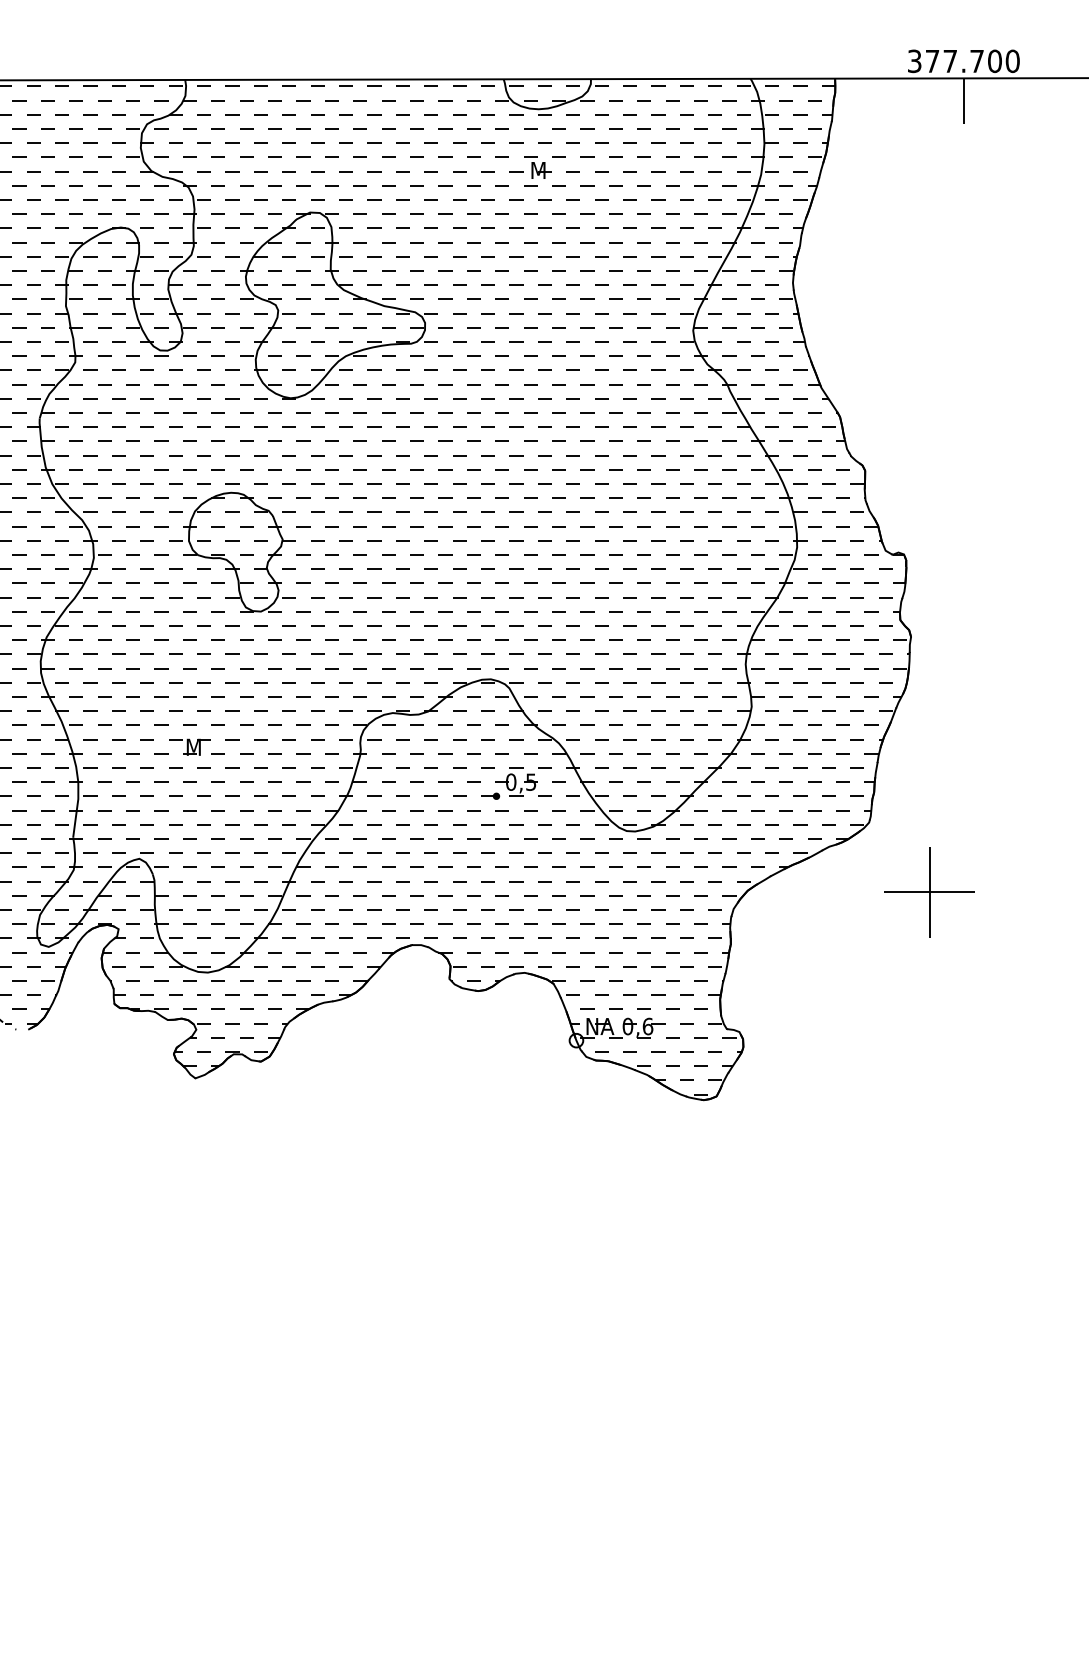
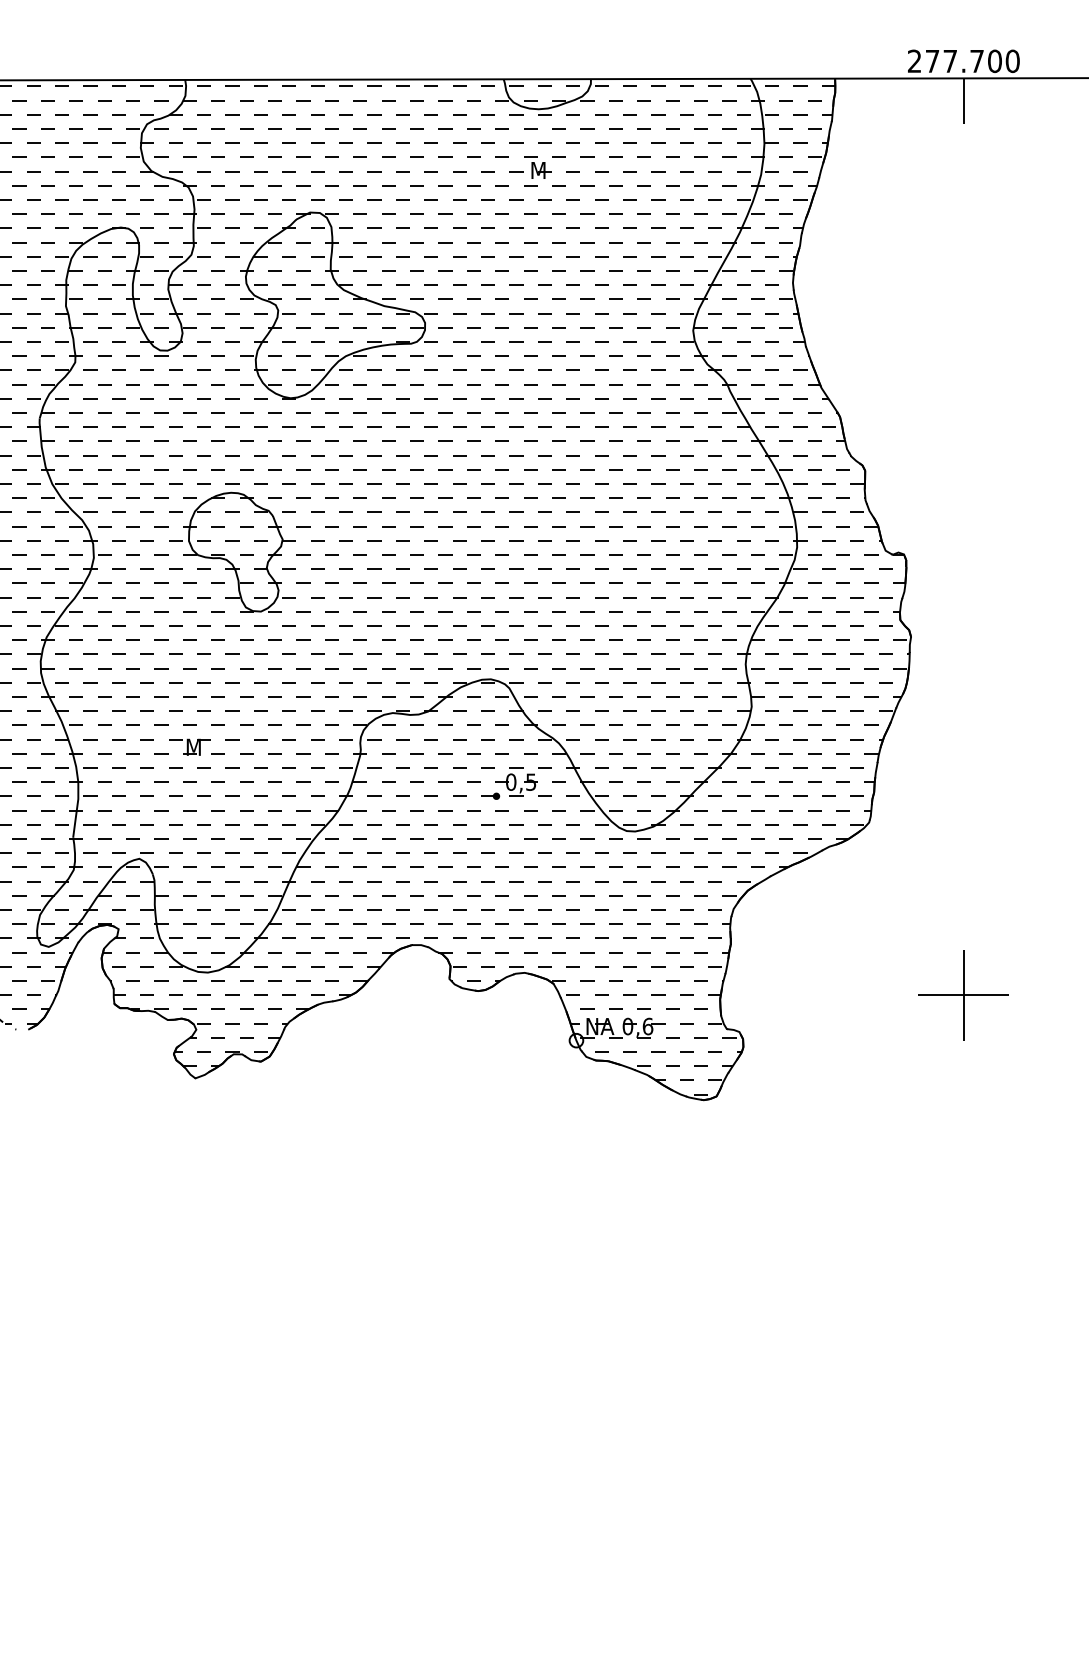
text at (914, 61): 377.700 -> 277.700
part at (929, 892) position: (929, 892) -> (963, 995)
